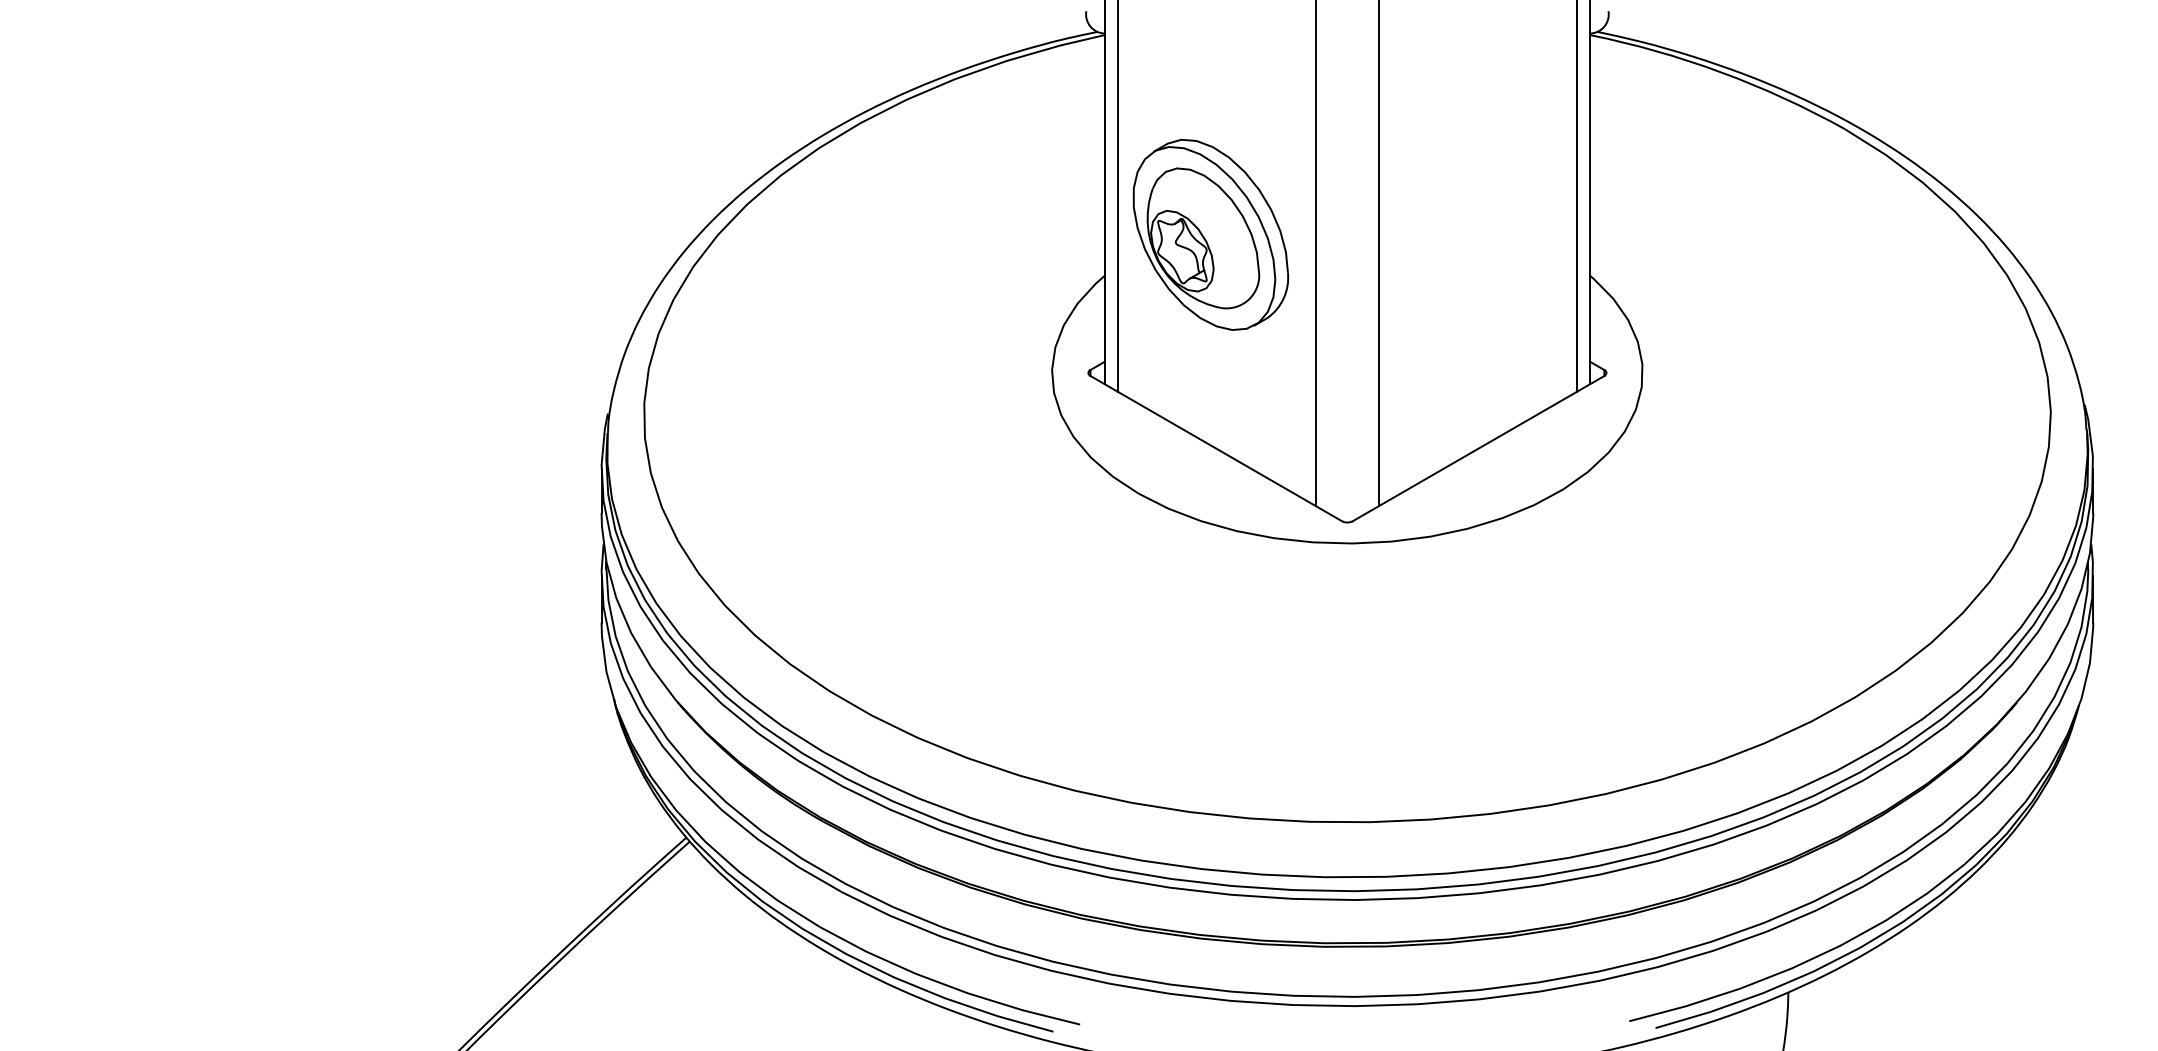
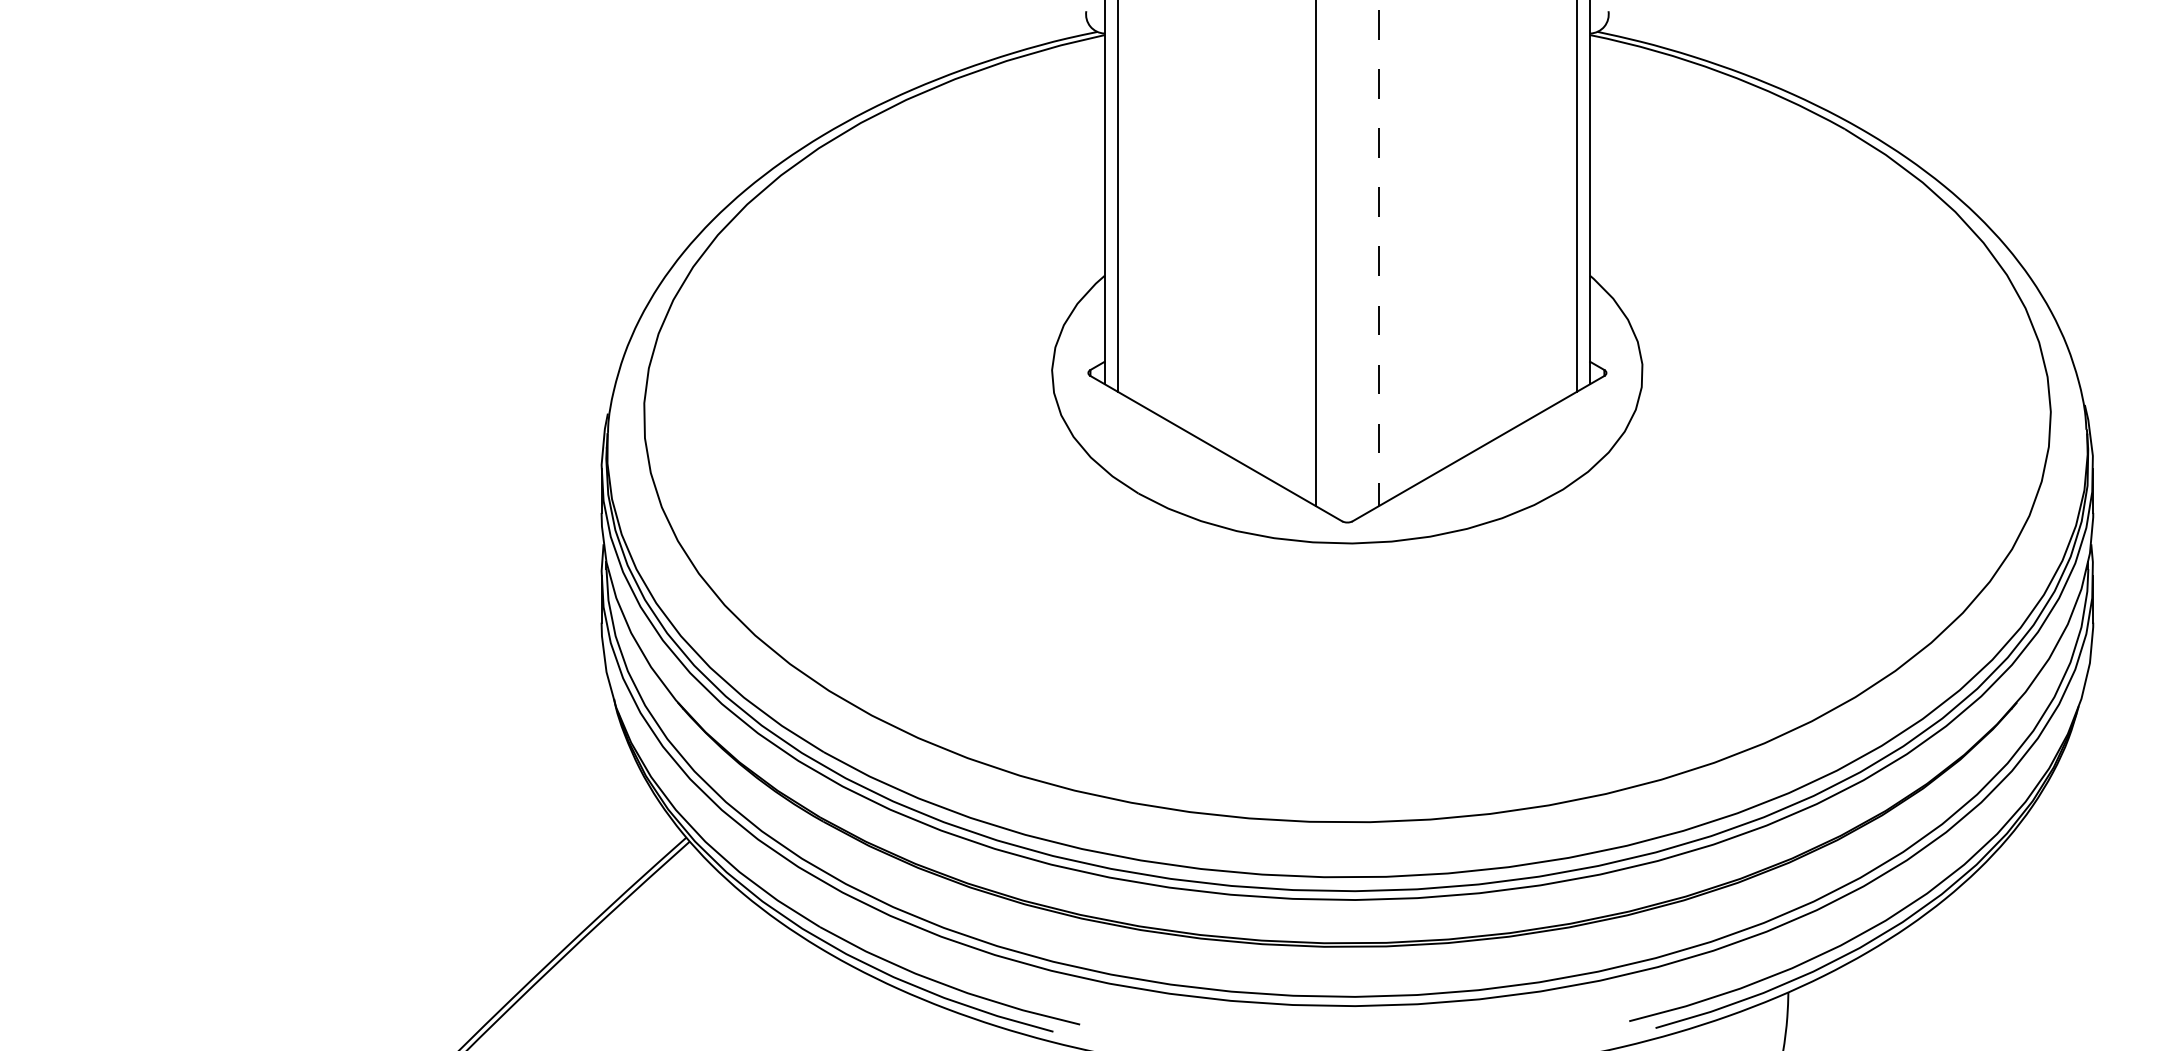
part at (1210, 234): present -> none
line at (1378, 254): solid -> dashed
